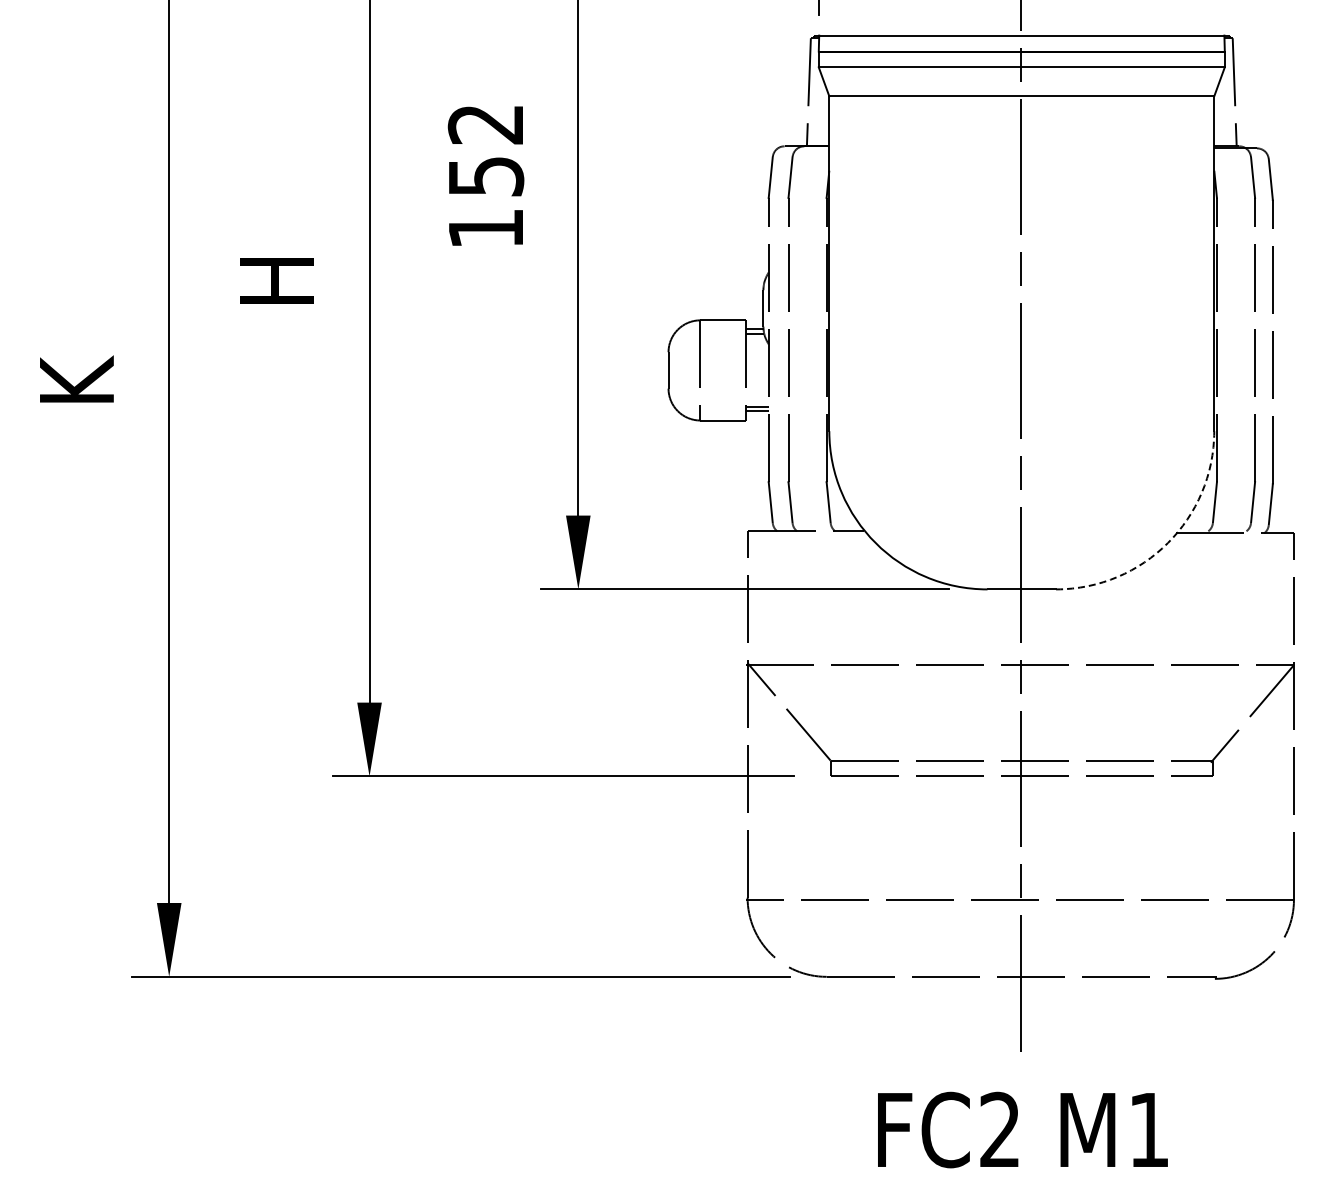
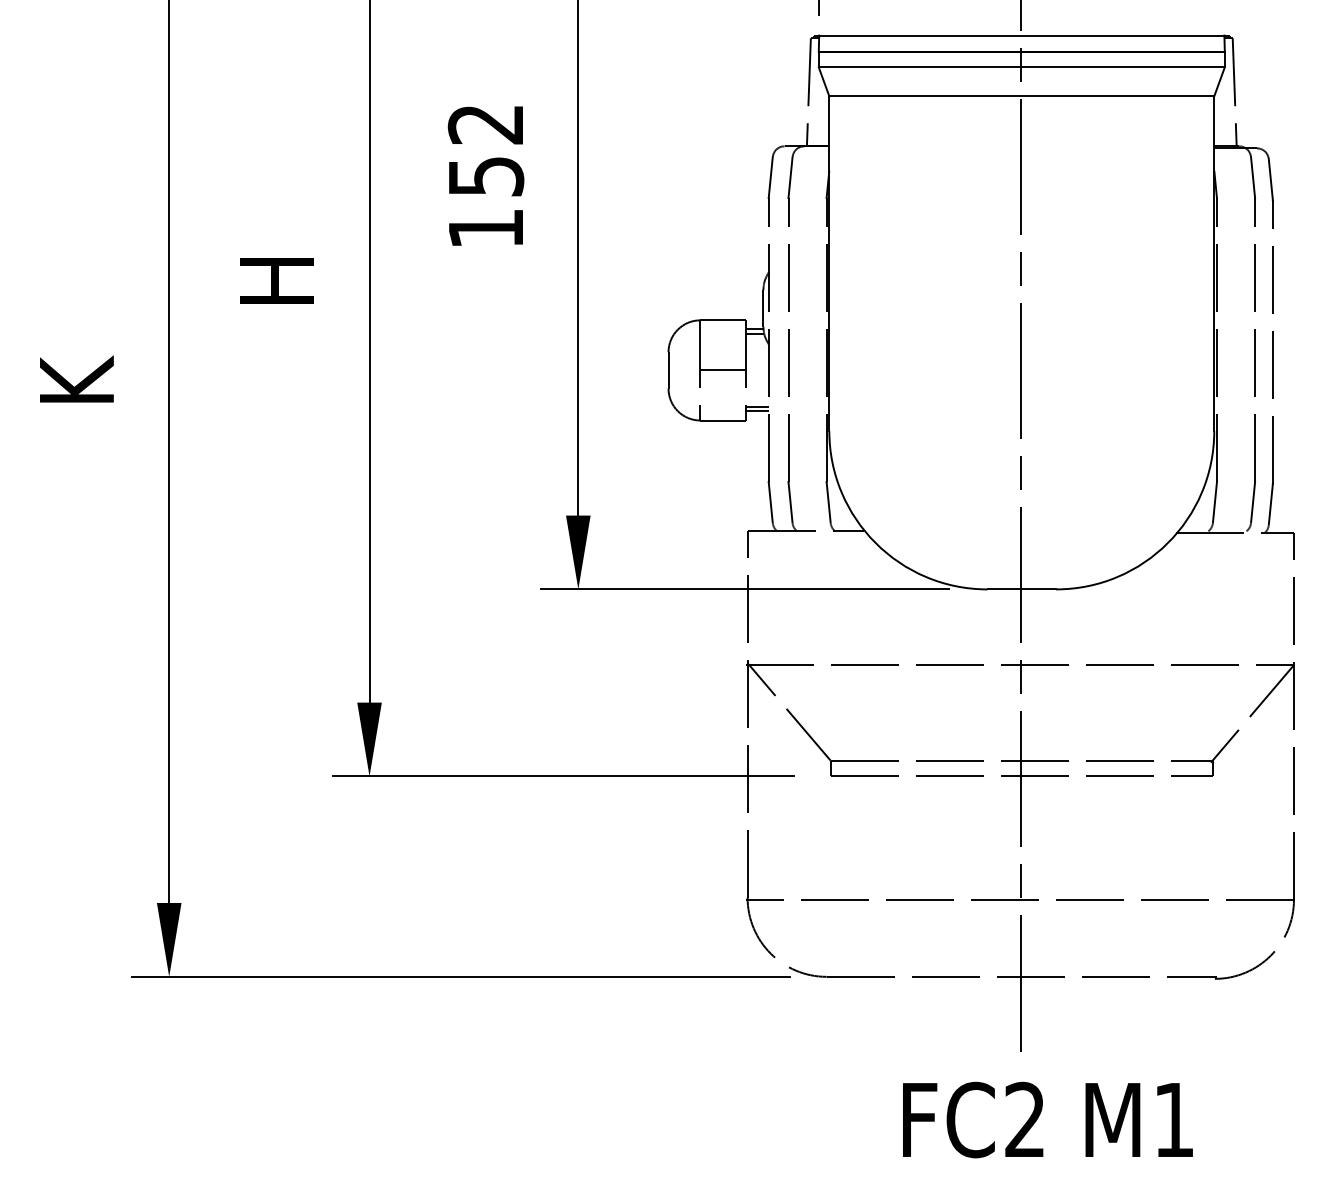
line at (722, 370): none -> present
arc at (1167, 543): dashed -> solid
text at (1022, 1129) position: (1022, 1129) -> (1047, 1119)
